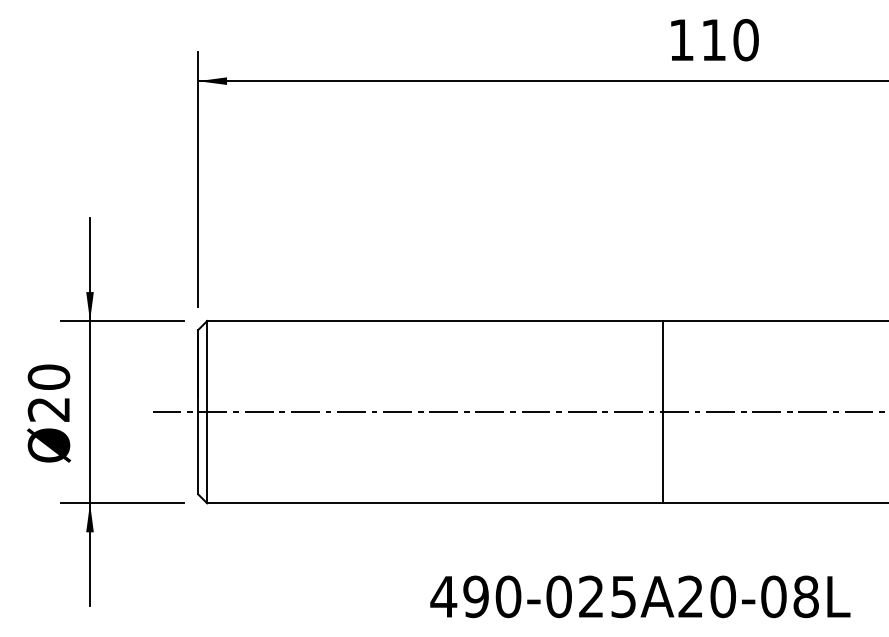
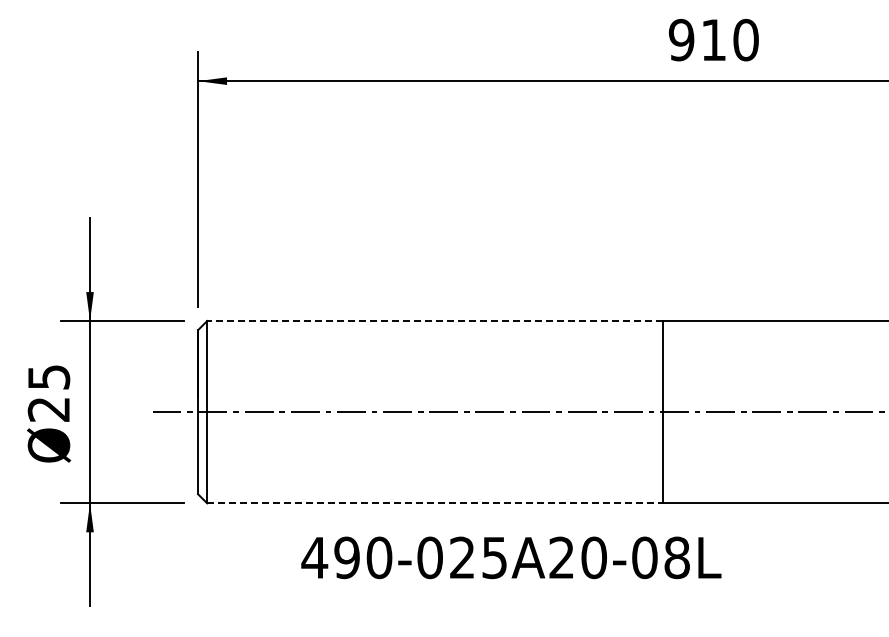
text at (681, 39): 110 -> 910
line at (435, 321): solid -> dashed
text at (48, 376): Ø20 -> Ø25
line at (435, 503): solid -> dashed
text at (640, 596) position: (640, 596) -> (511, 557)
